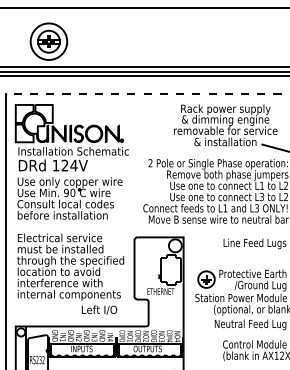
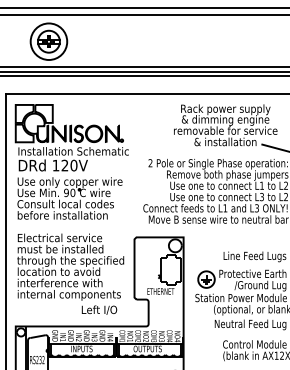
line at (144, 14): none -> present
line at (147, 93): dashed -> solid
text at (73, 165): 124V -> 120V
text at (254, 243) position: (254, 243) -> (254, 256)
